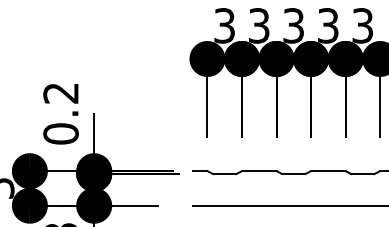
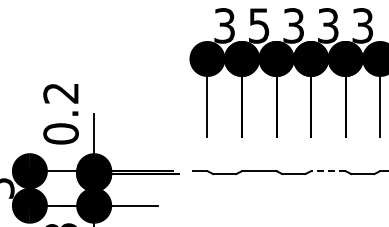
text at (259, 25): 3 -> 5
line at (327, 171): solid -> dashed
line at (289, 205): present -> none
